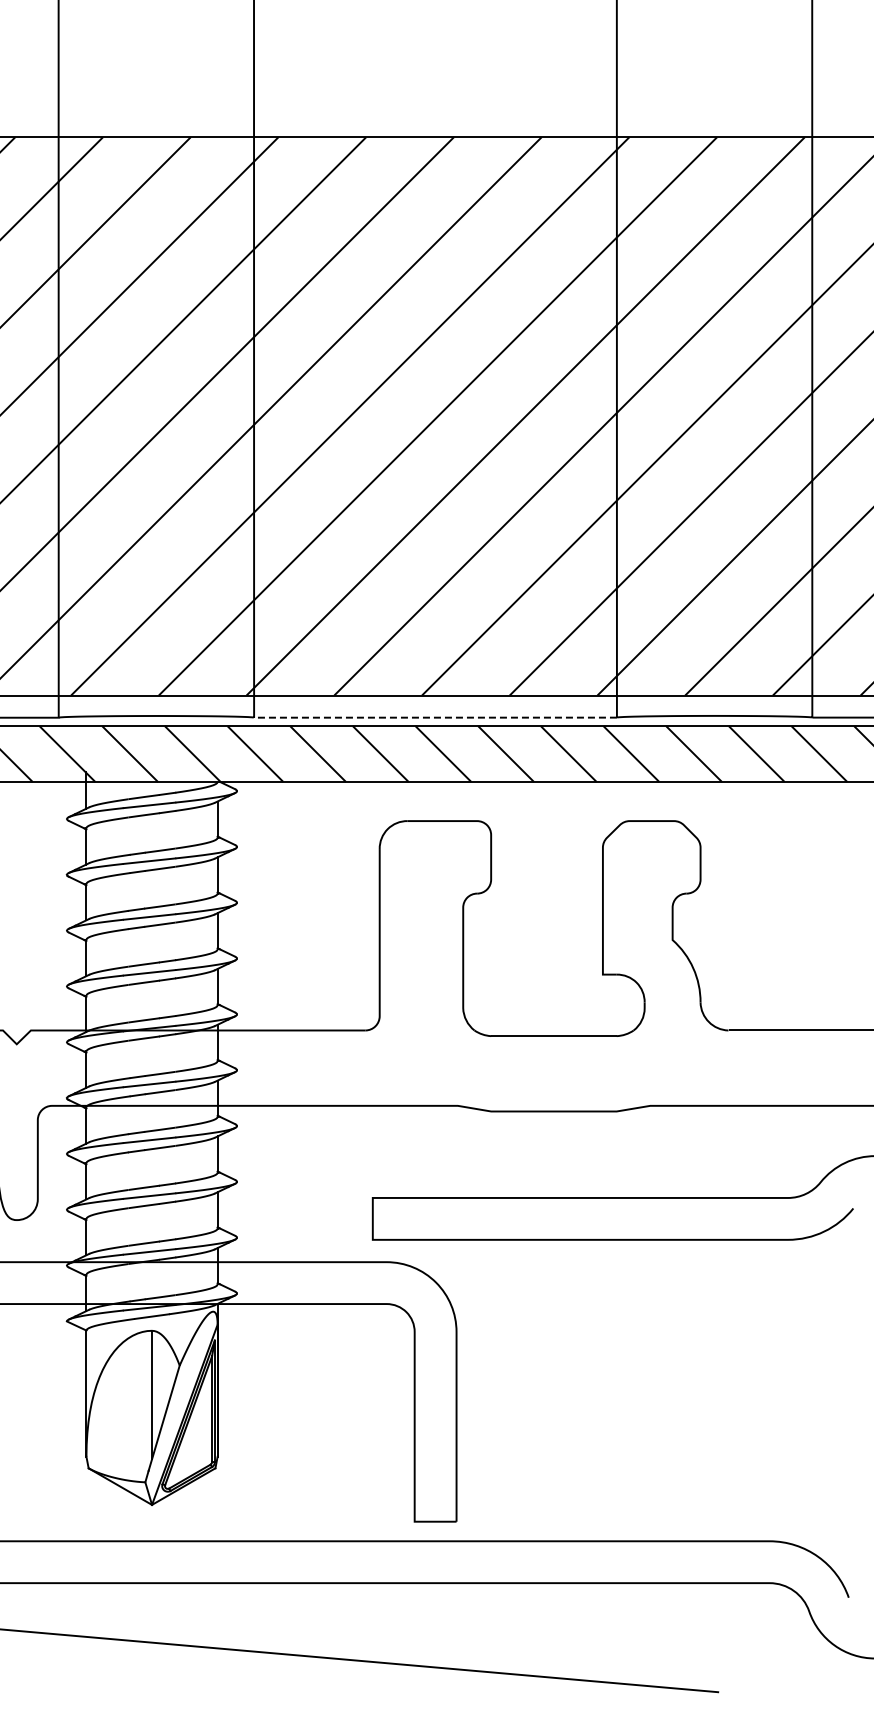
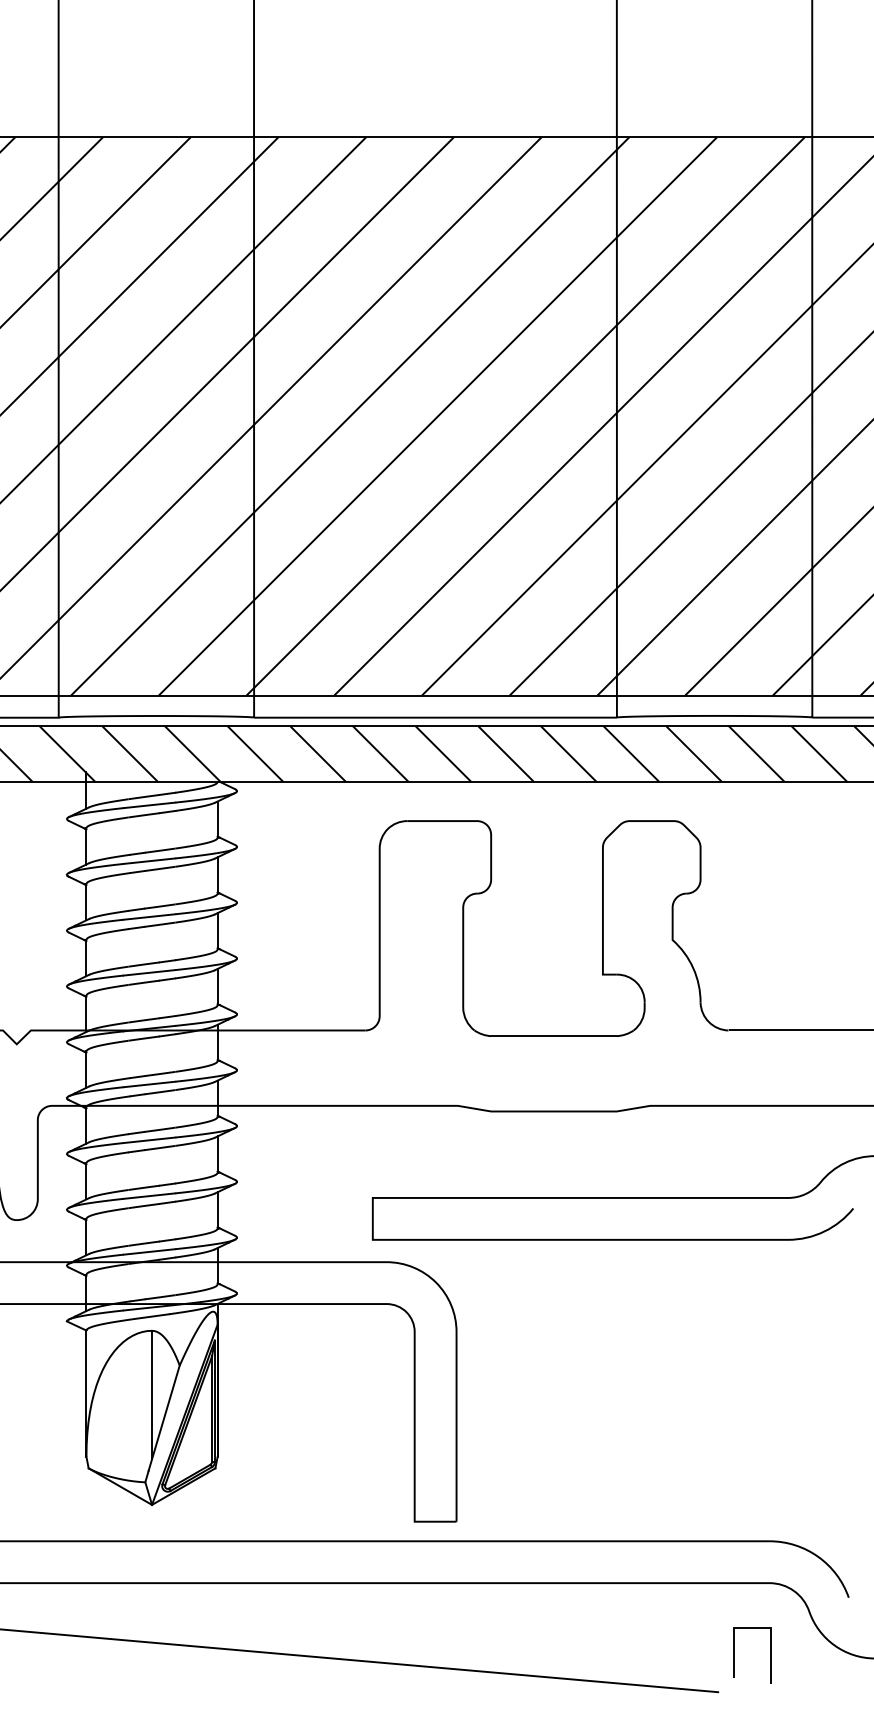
line at (435, 717): dashed -> solid
line at (734, 1655): none -> present
